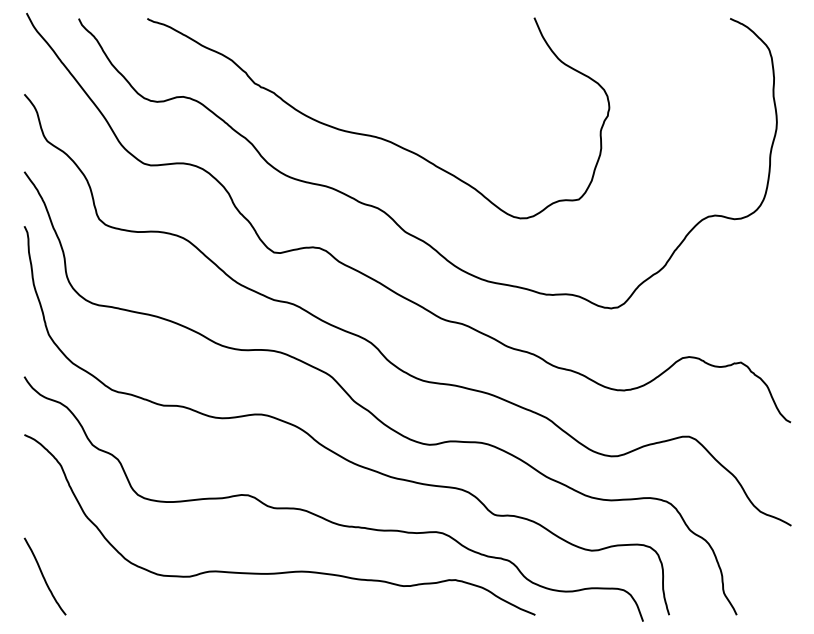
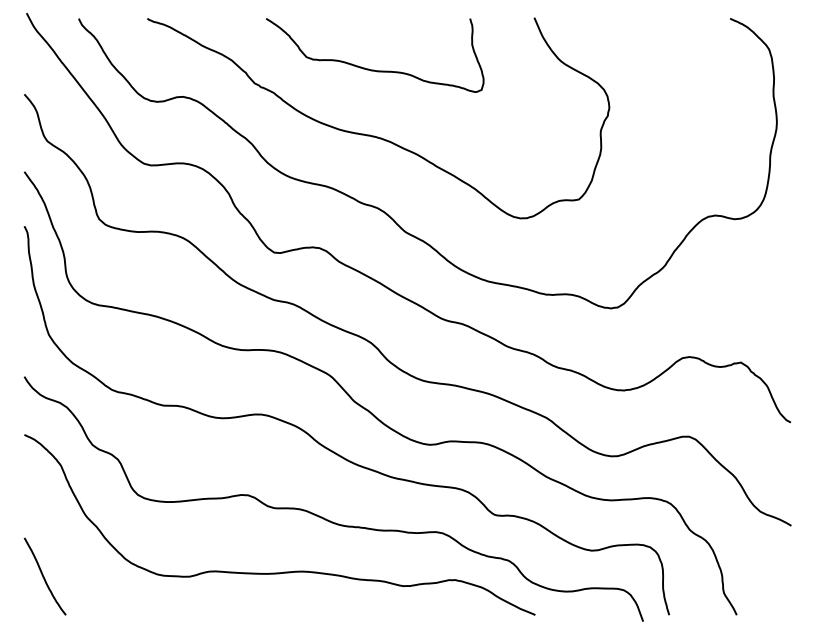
curve at (374, 69): none -> present
